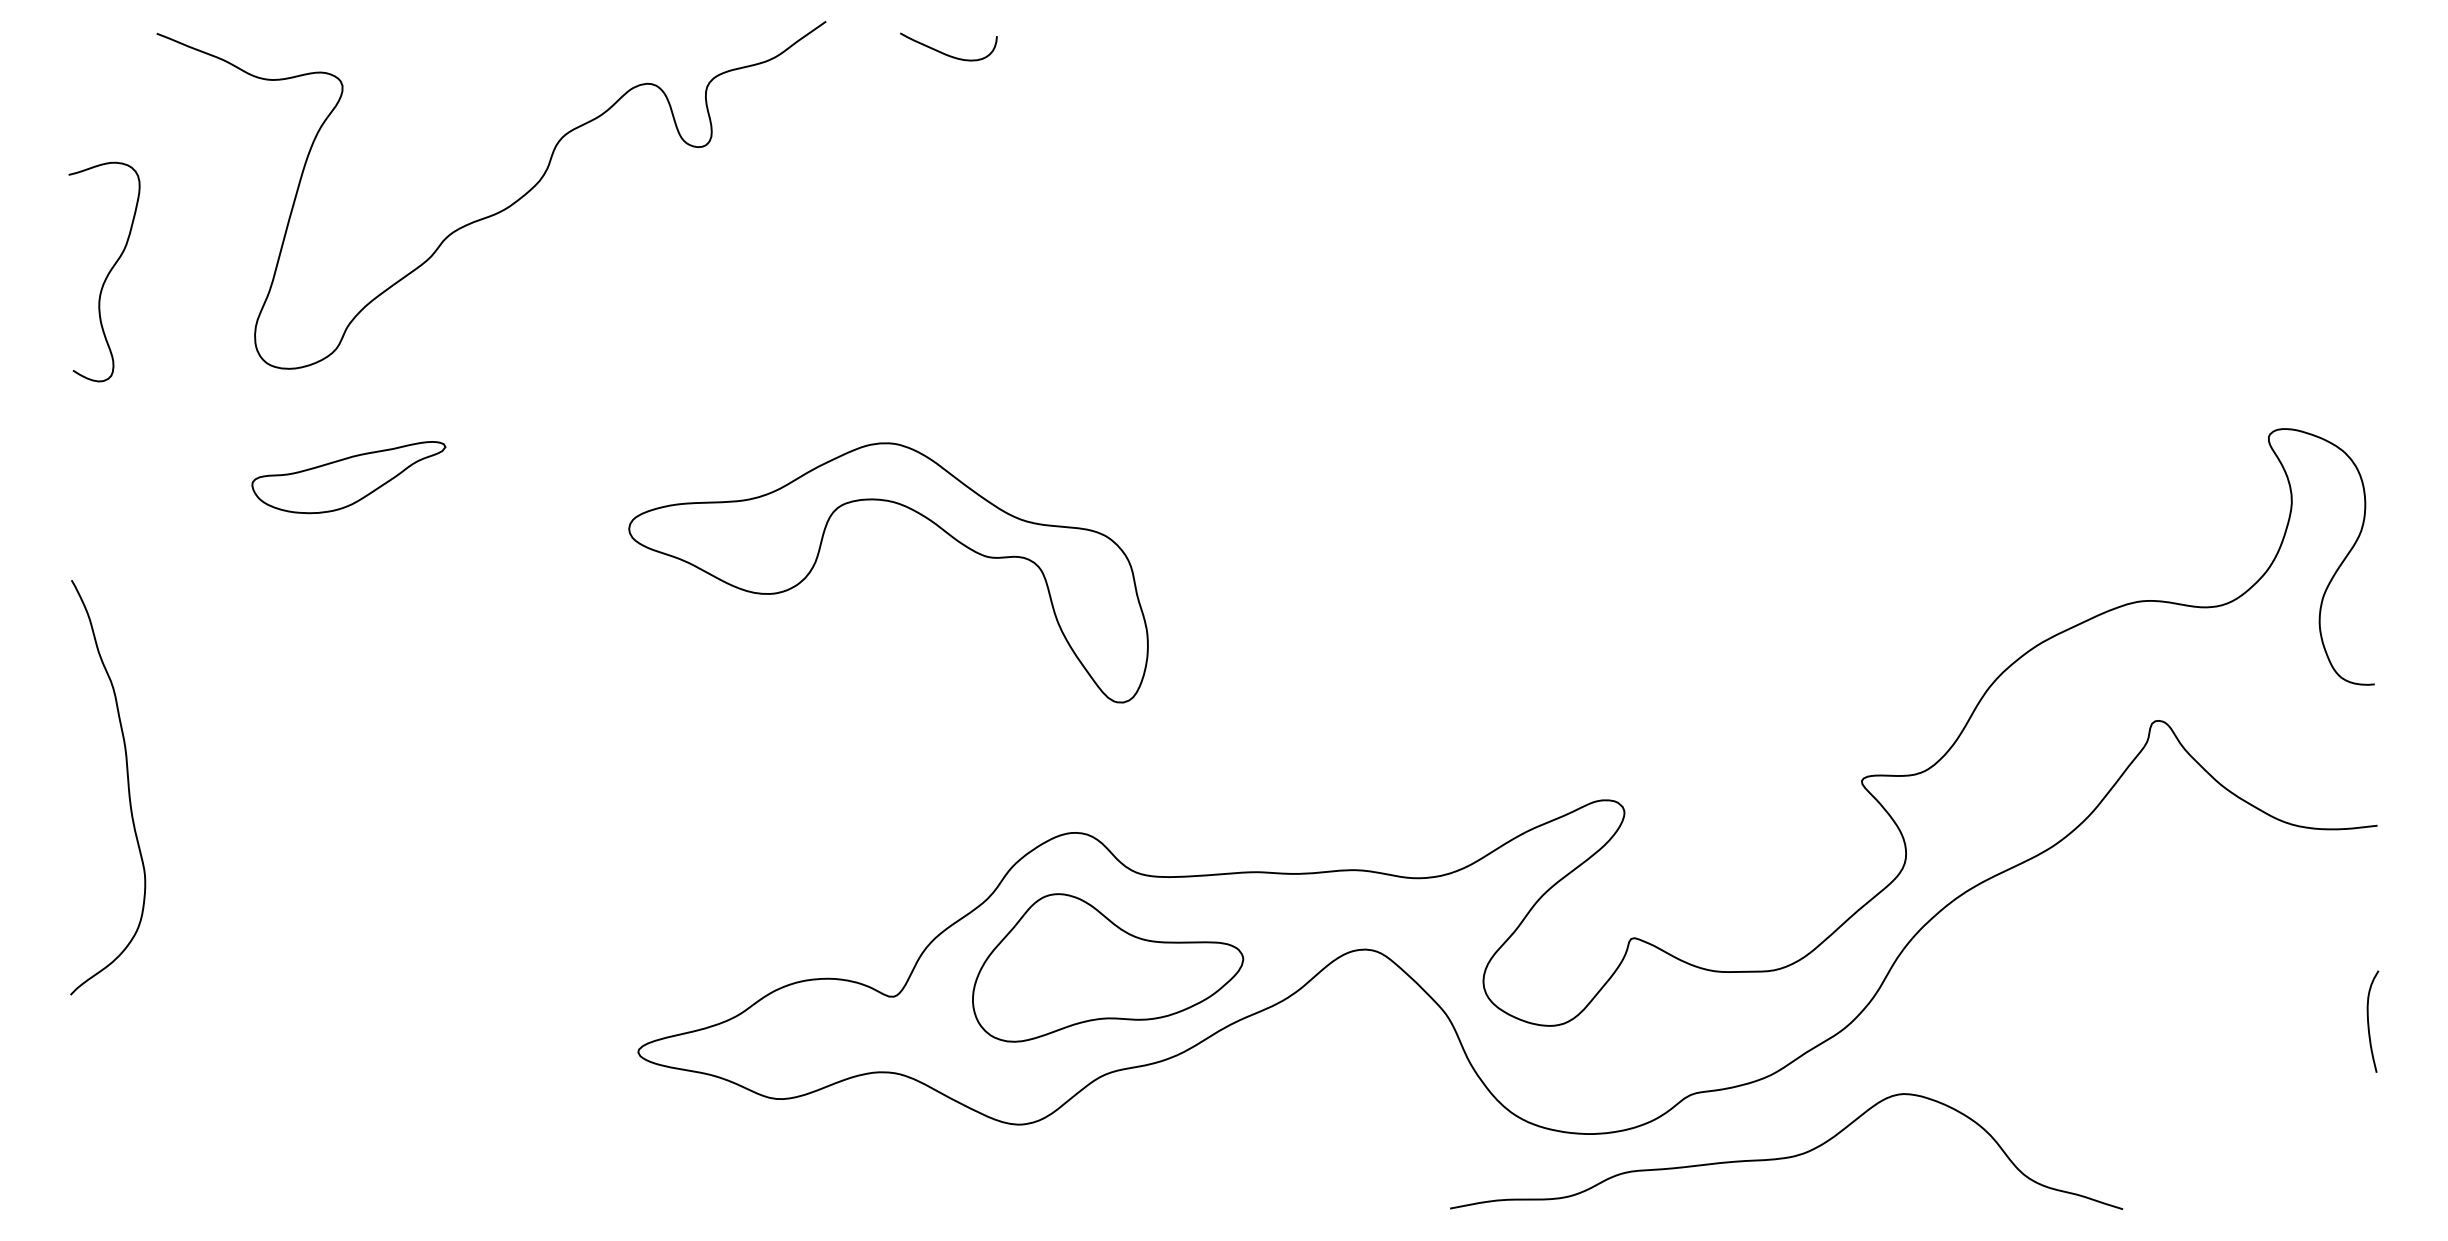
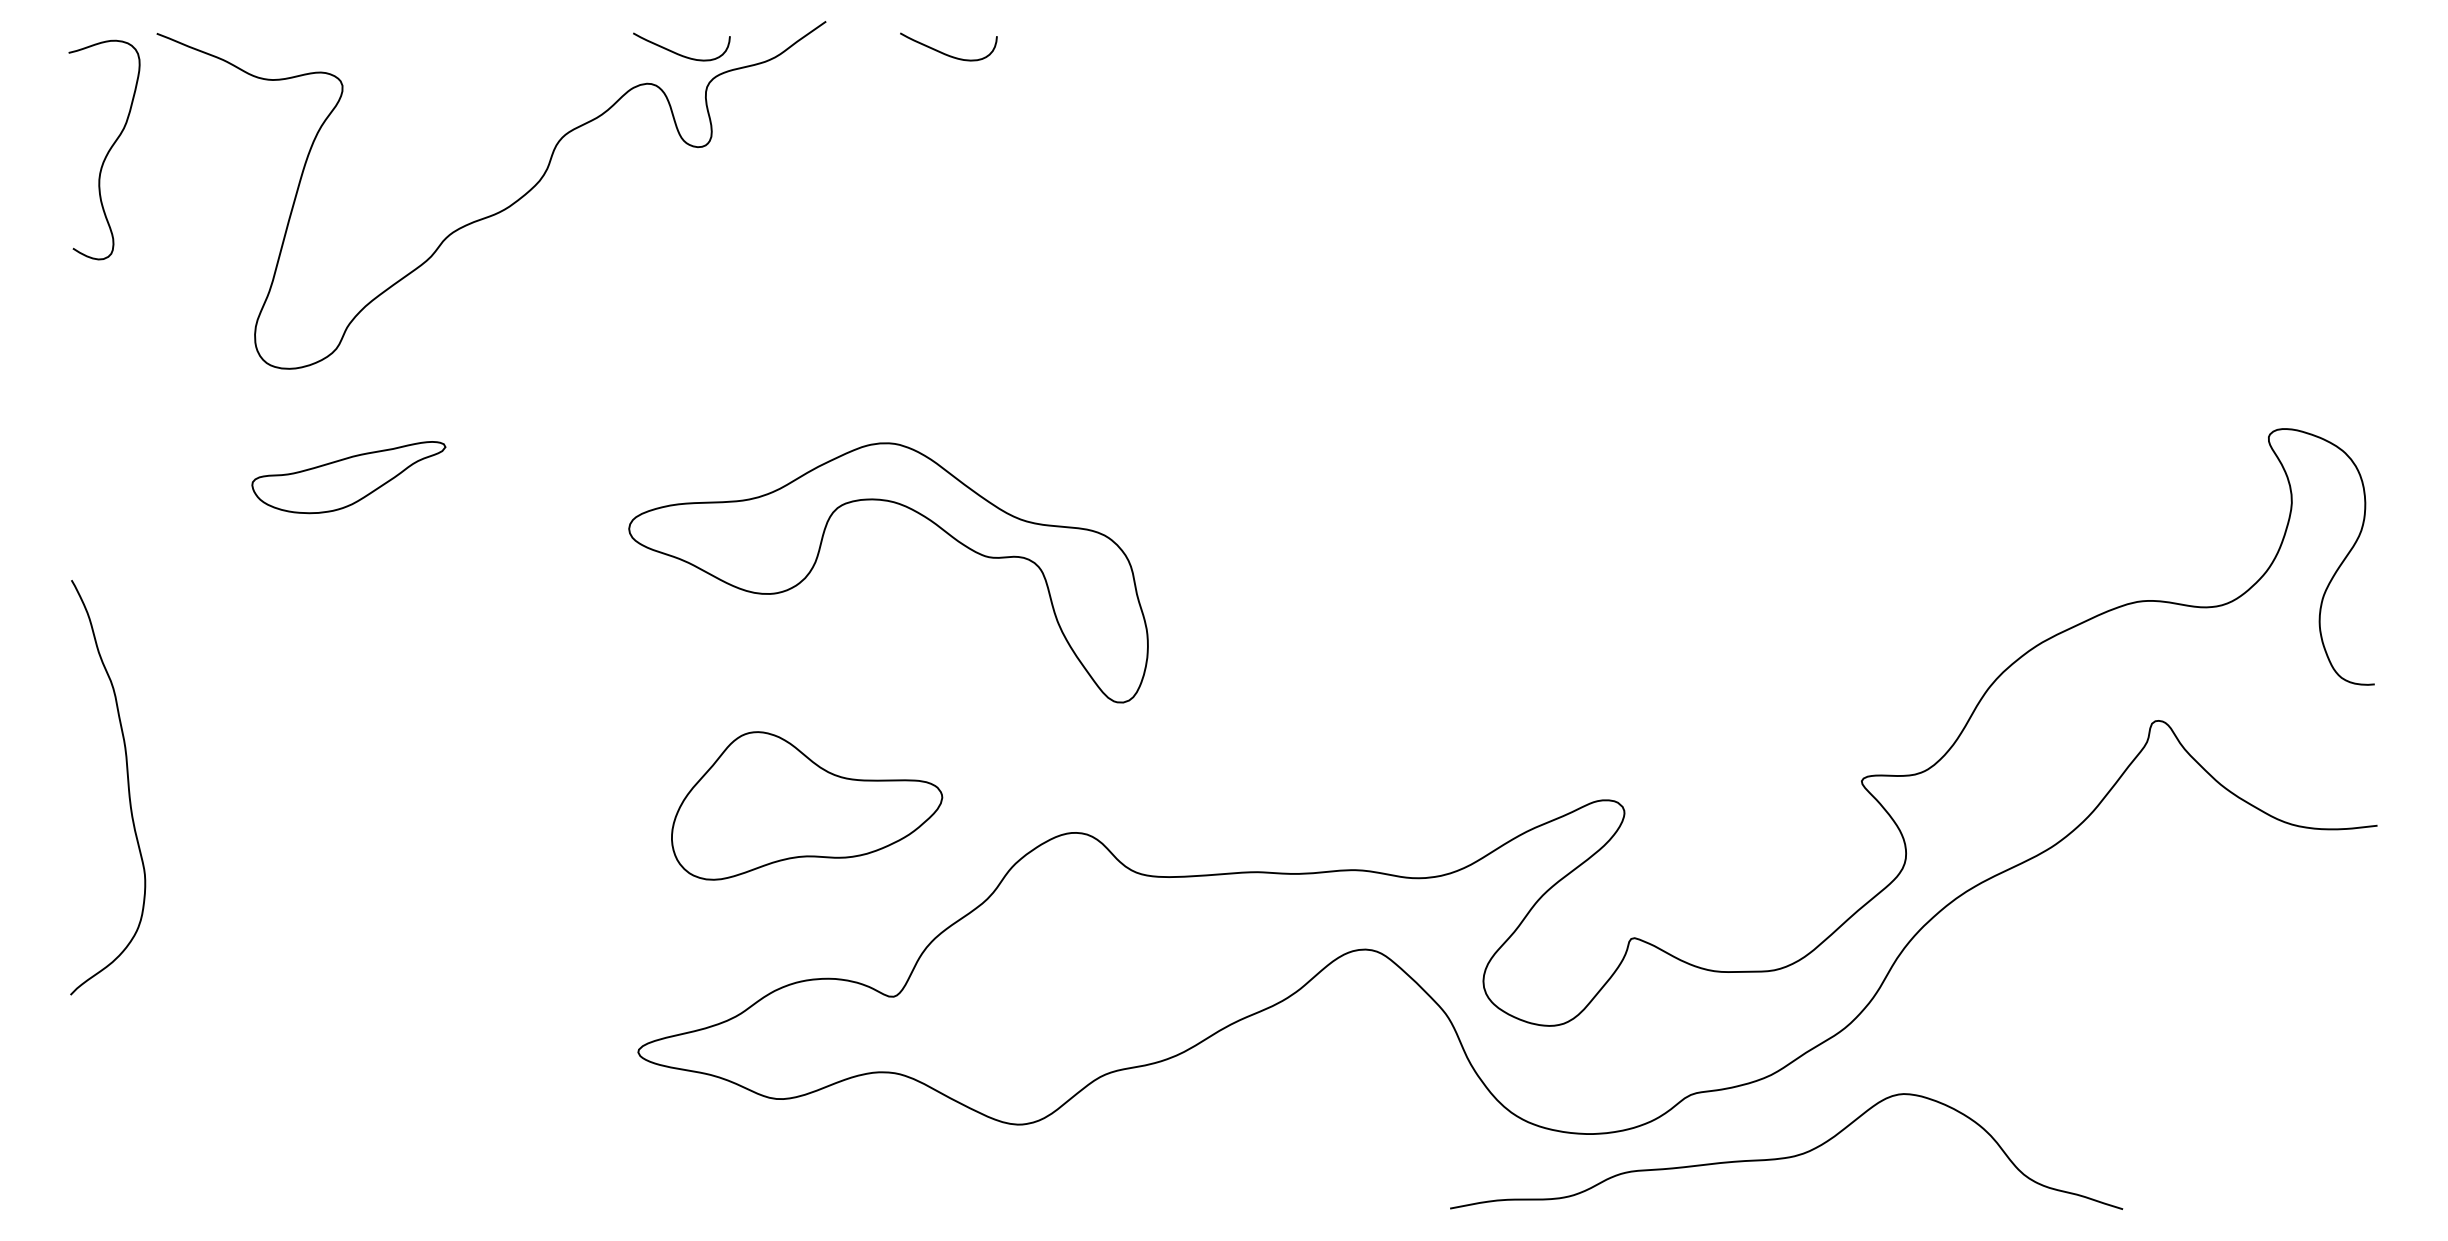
curve at (679, 53): none -> present
curve at (107, 273) position: (107, 273) -> (107, 151)
part at (1108, 967) position: (1108, 967) -> (807, 805)
curve at (2369, 1022): present -> none
